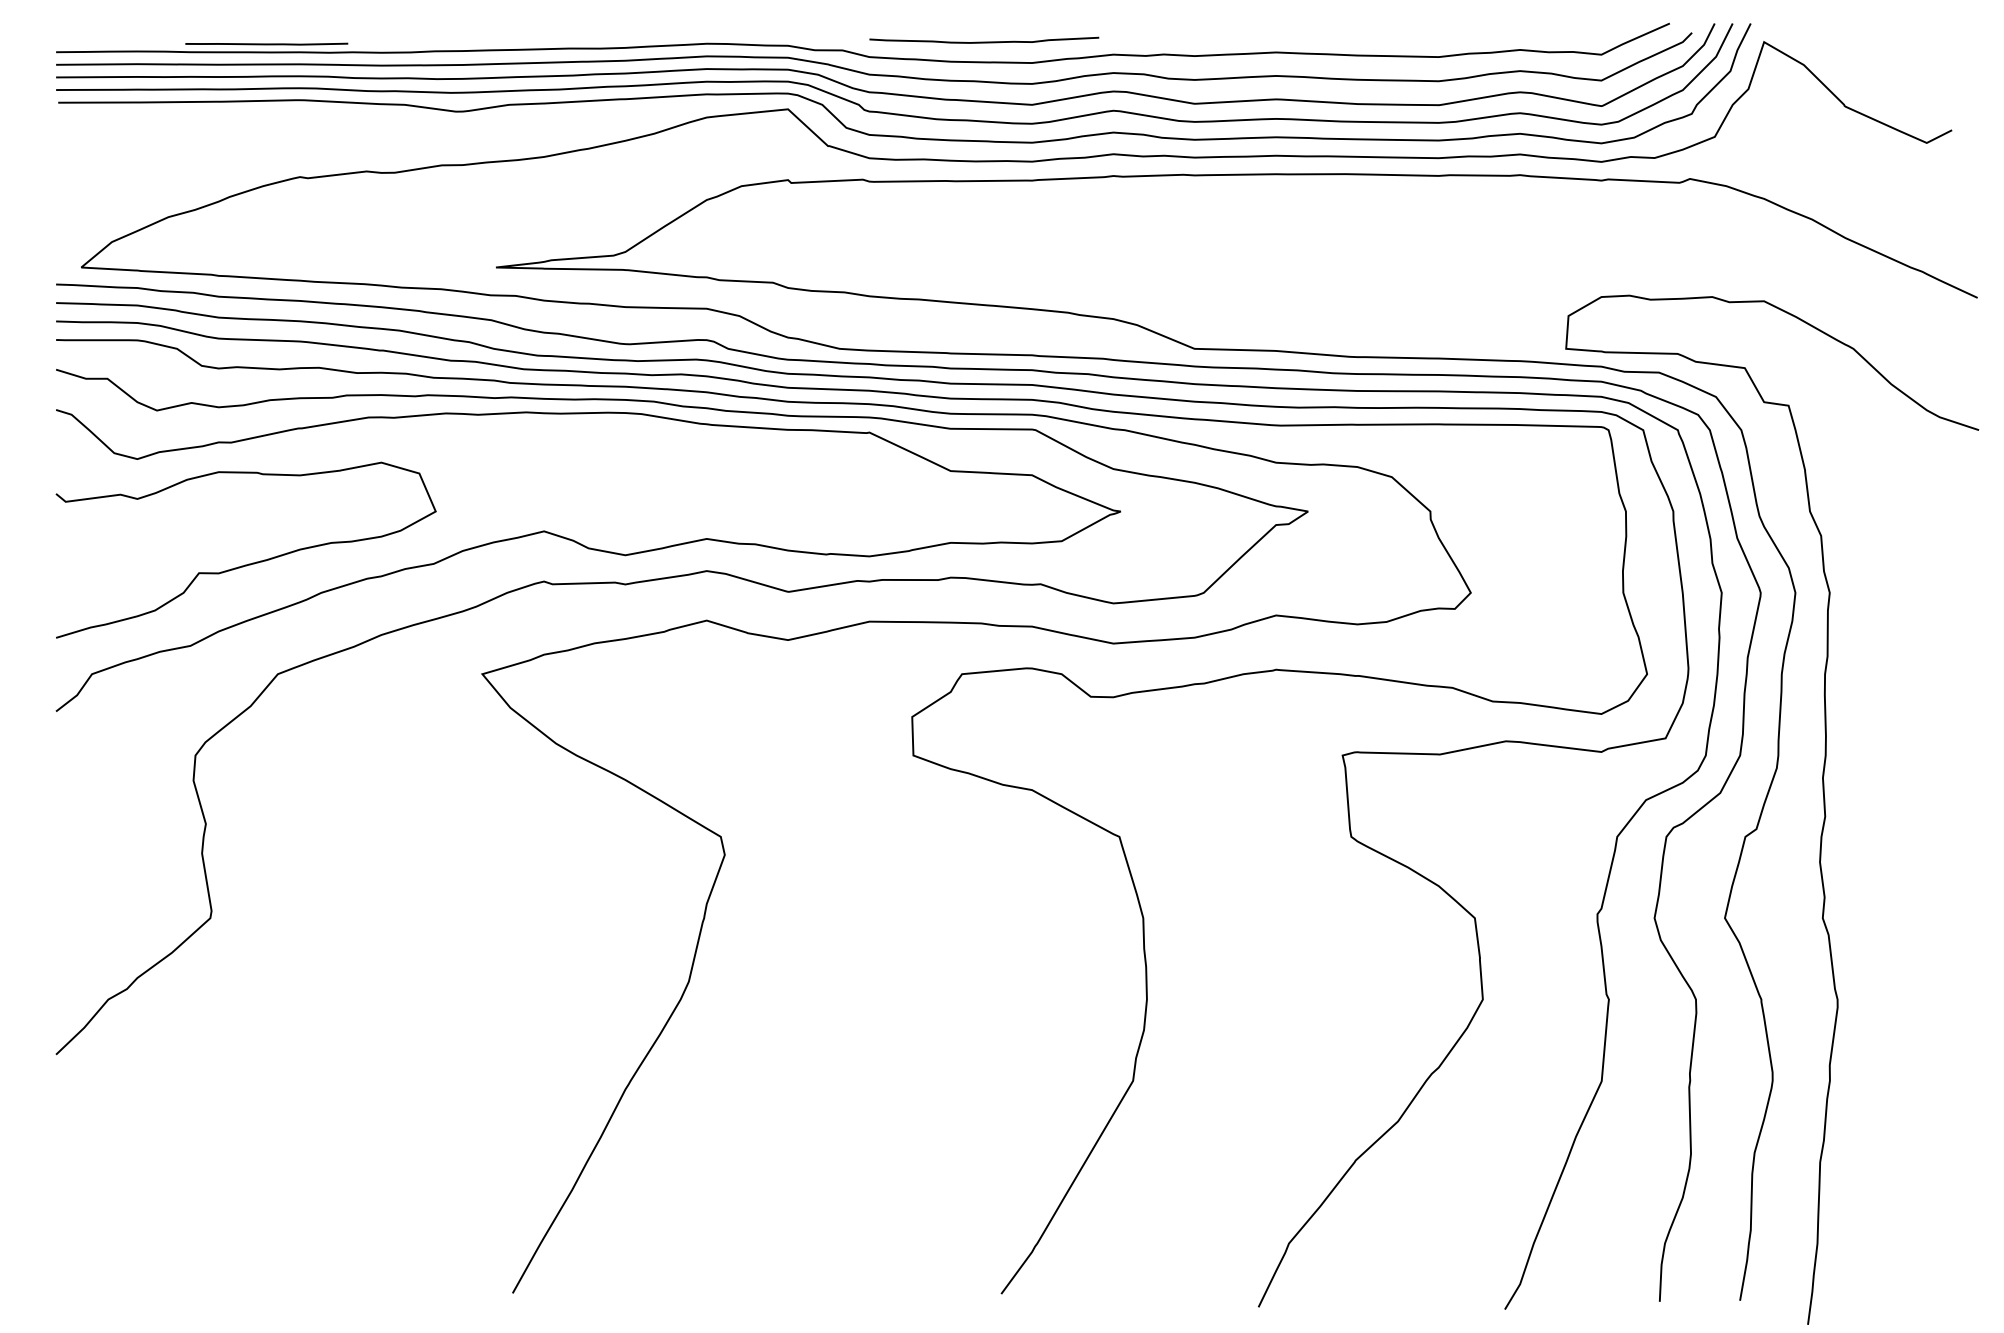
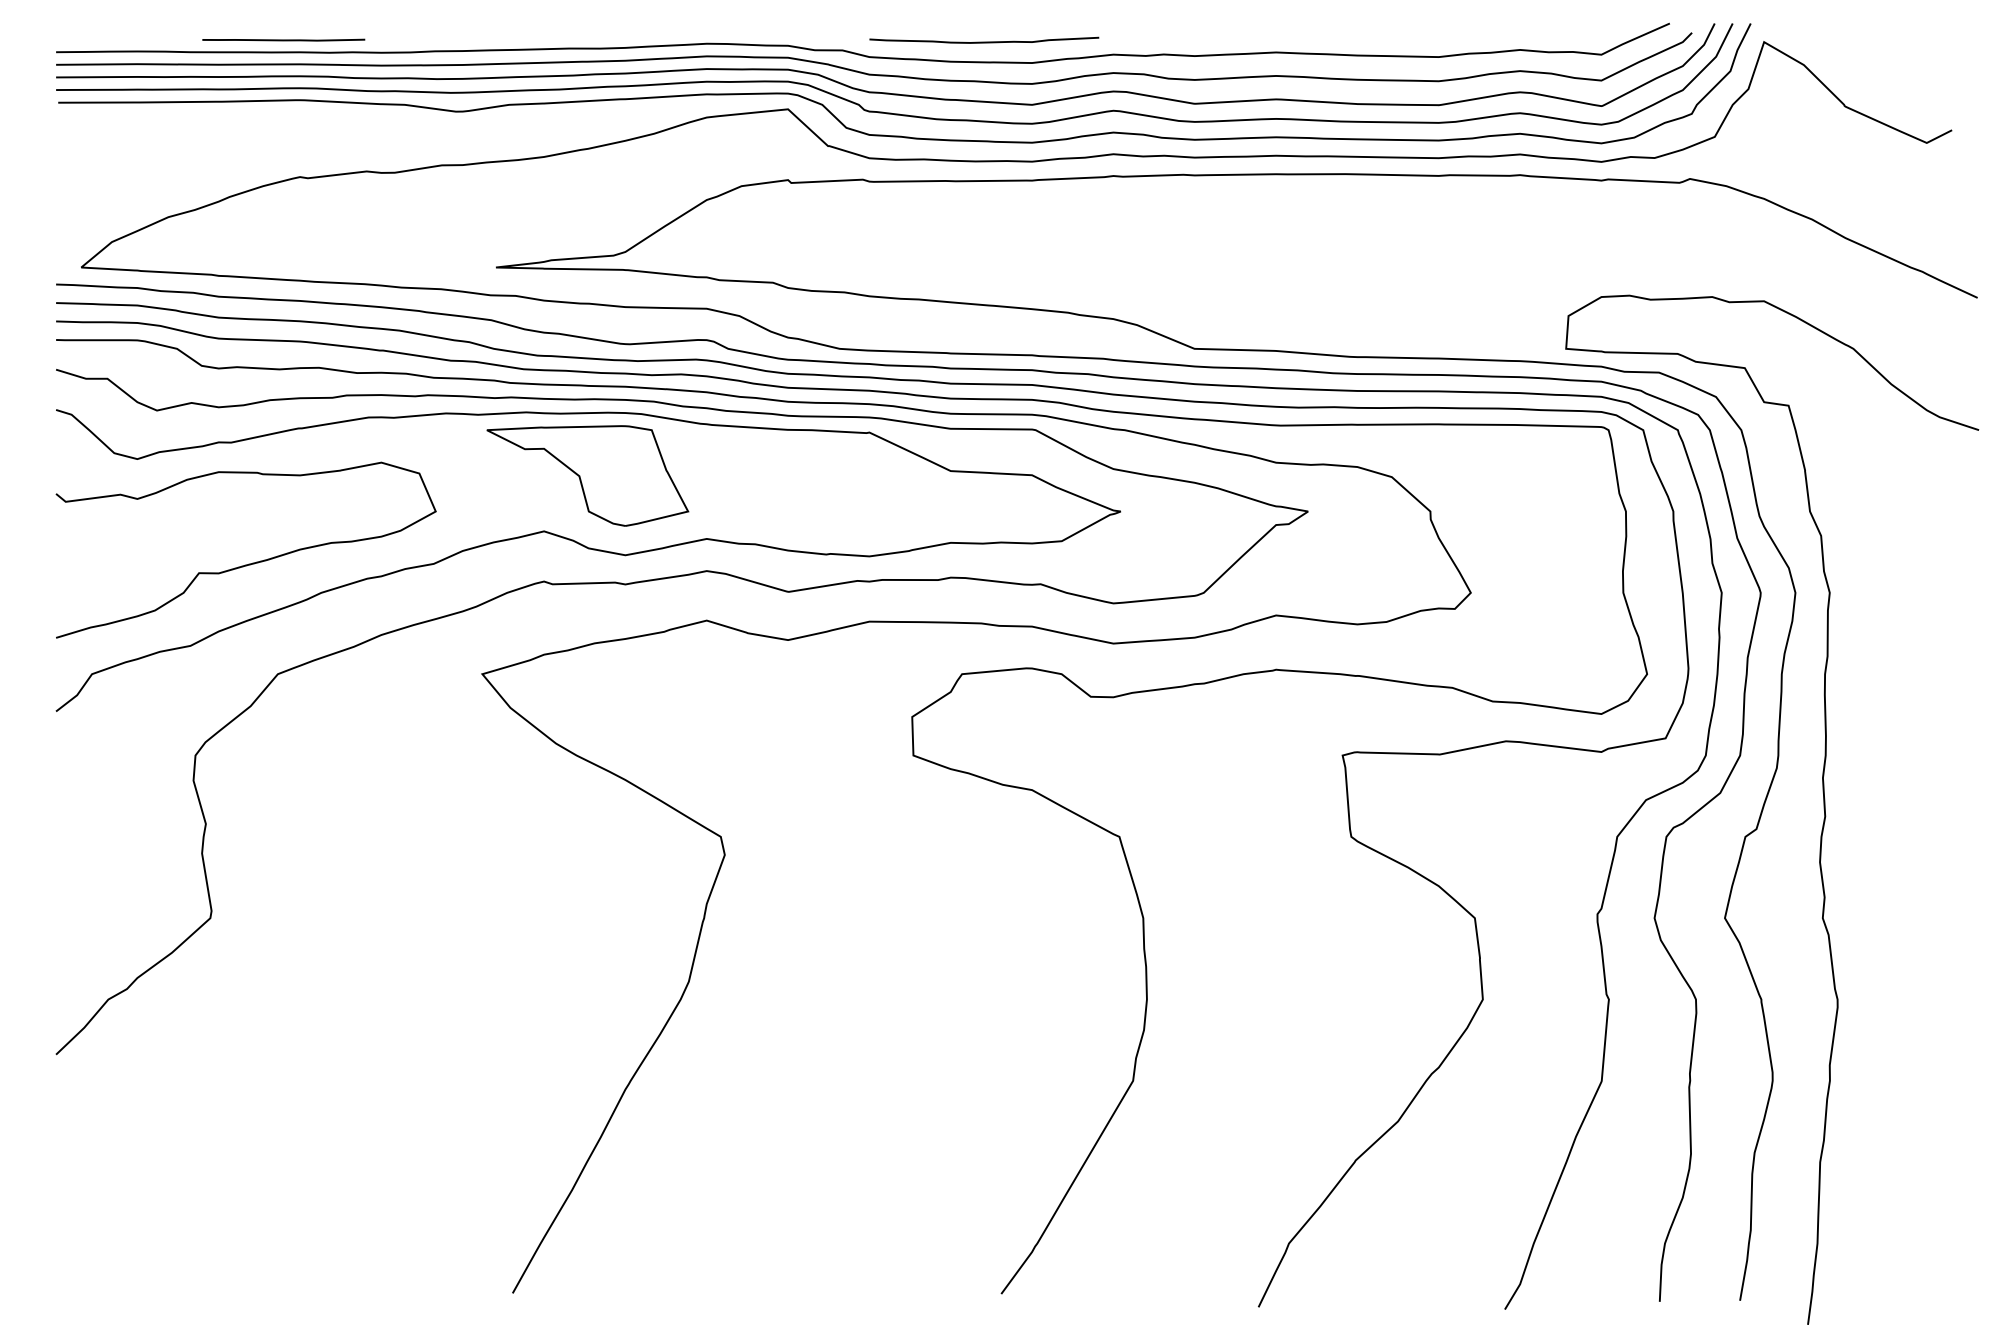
line at (266, 43) position: (266, 43) -> (283, 39)
part at (587, 475): none -> present
